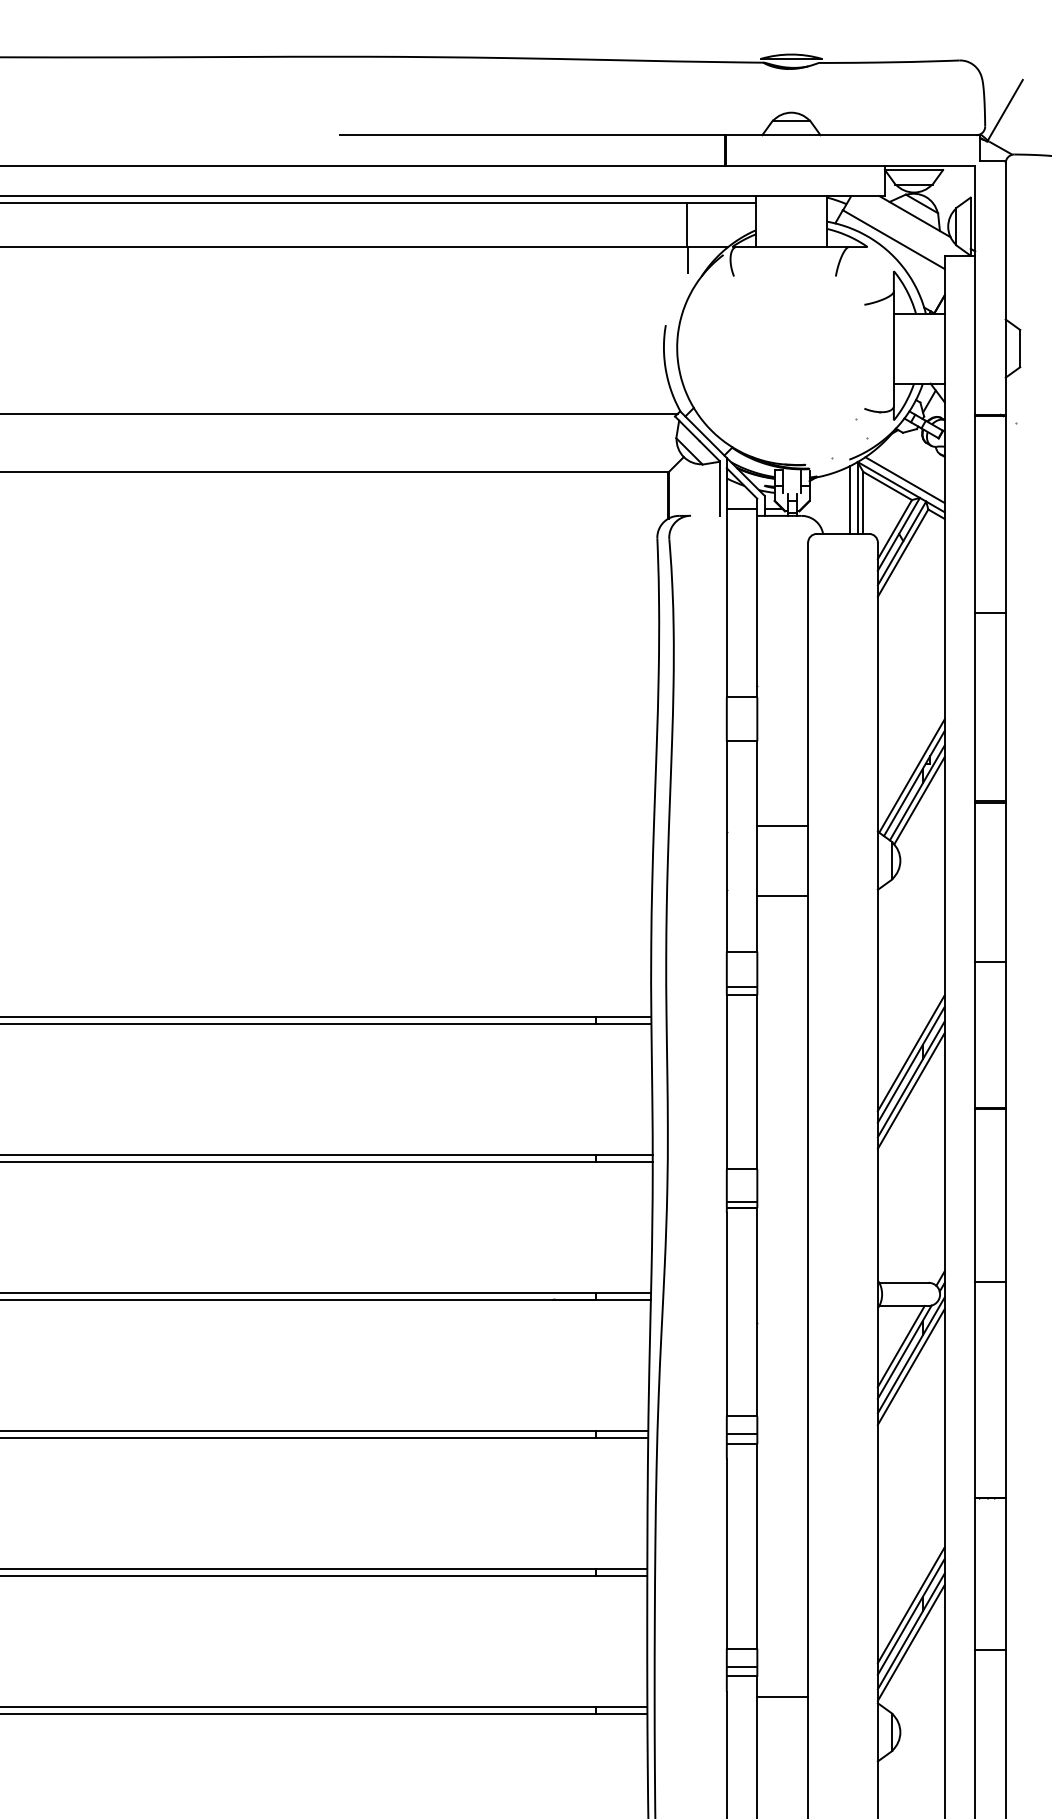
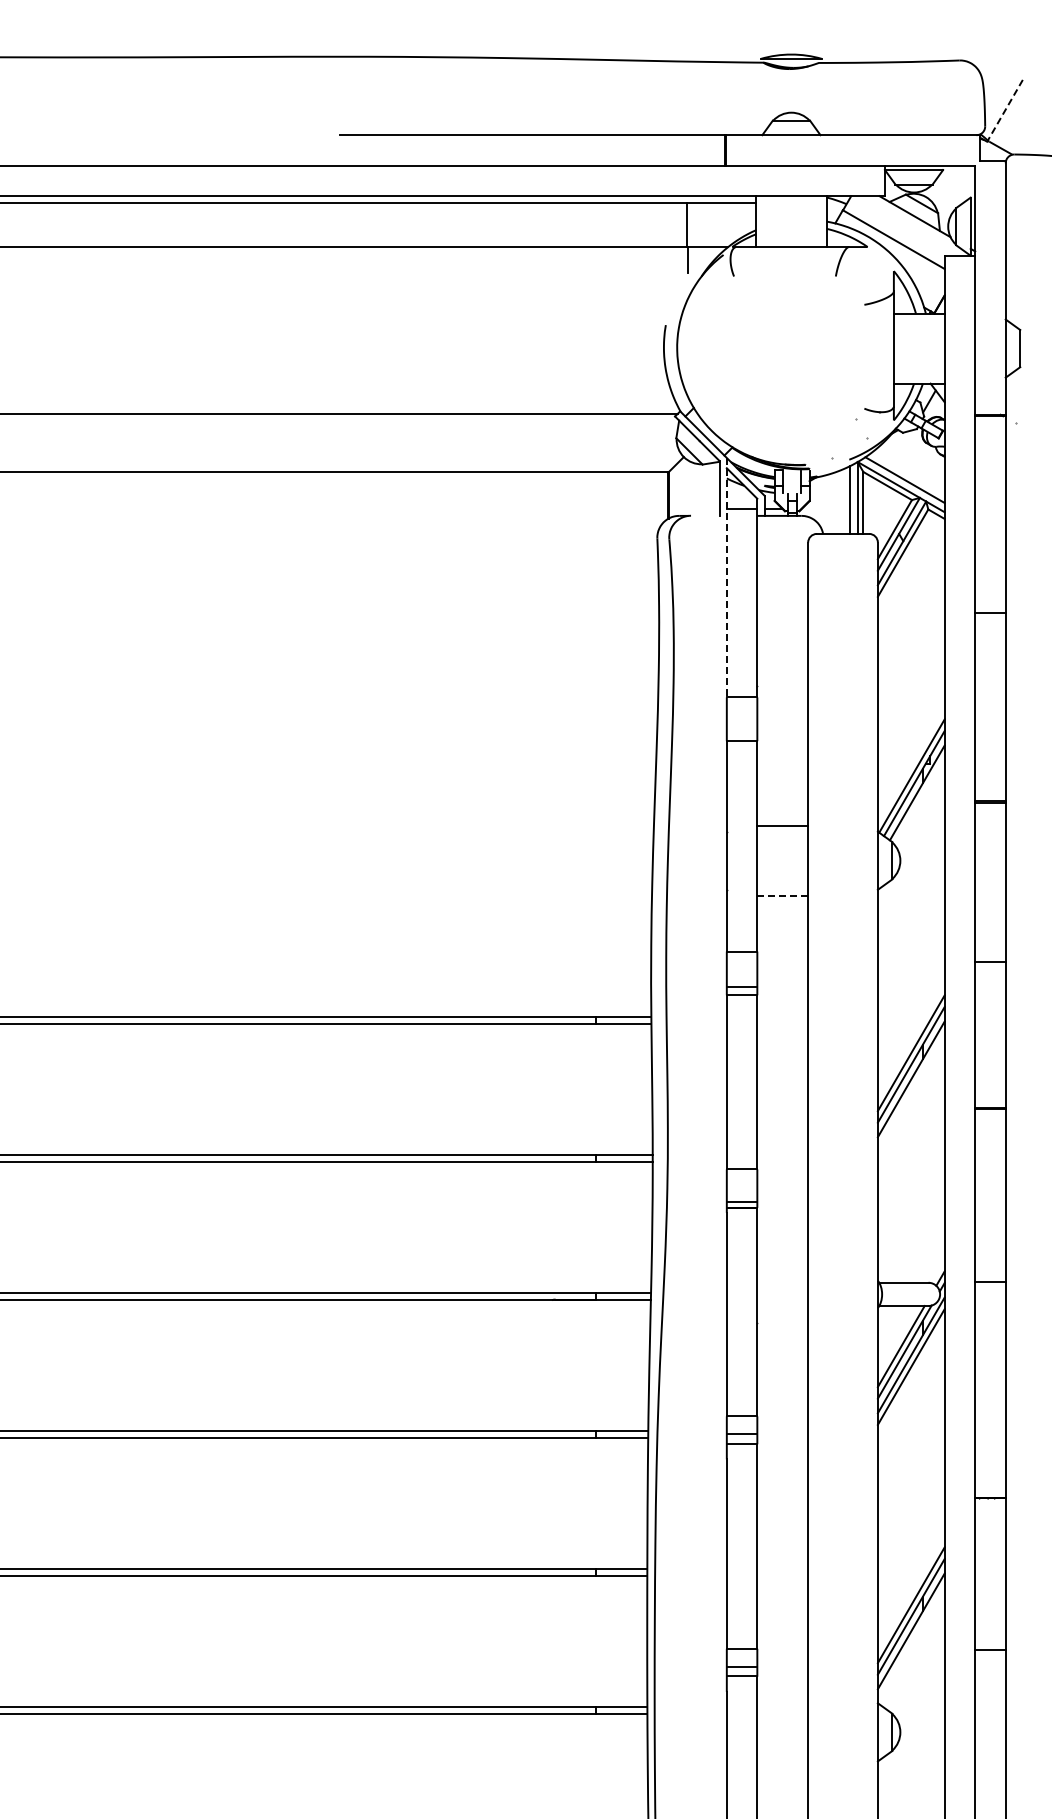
line at (1005, 110): solid -> dashed
line at (726, 577): solid -> dashed
line at (919, 800): present -> none
line at (782, 895): solid -> dashed
line at (910, 1090): present -> none
line at (910, 1642): present -> none
line at (782, 1697): present -> none
